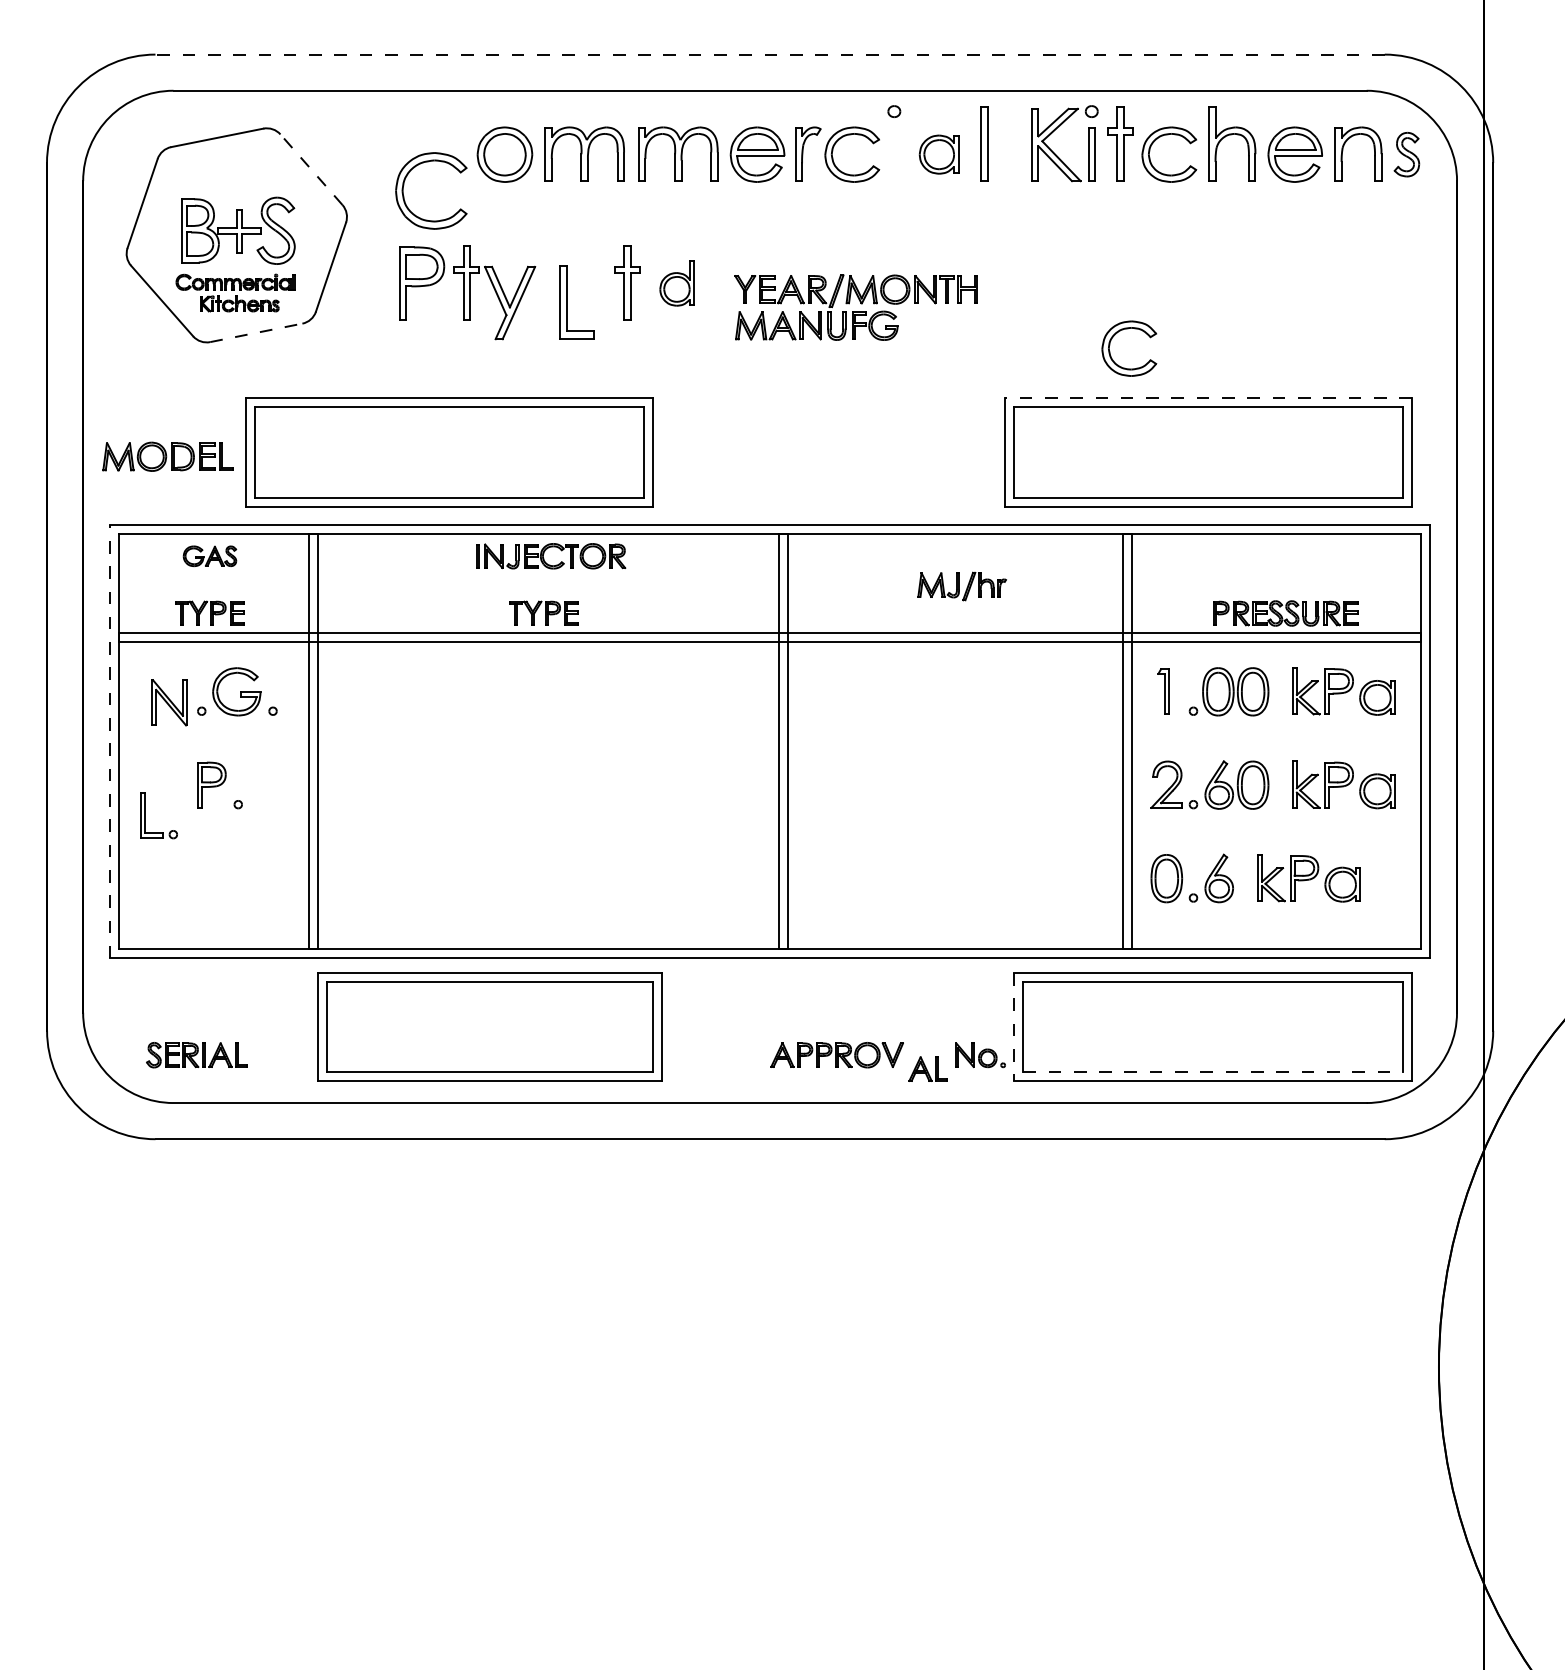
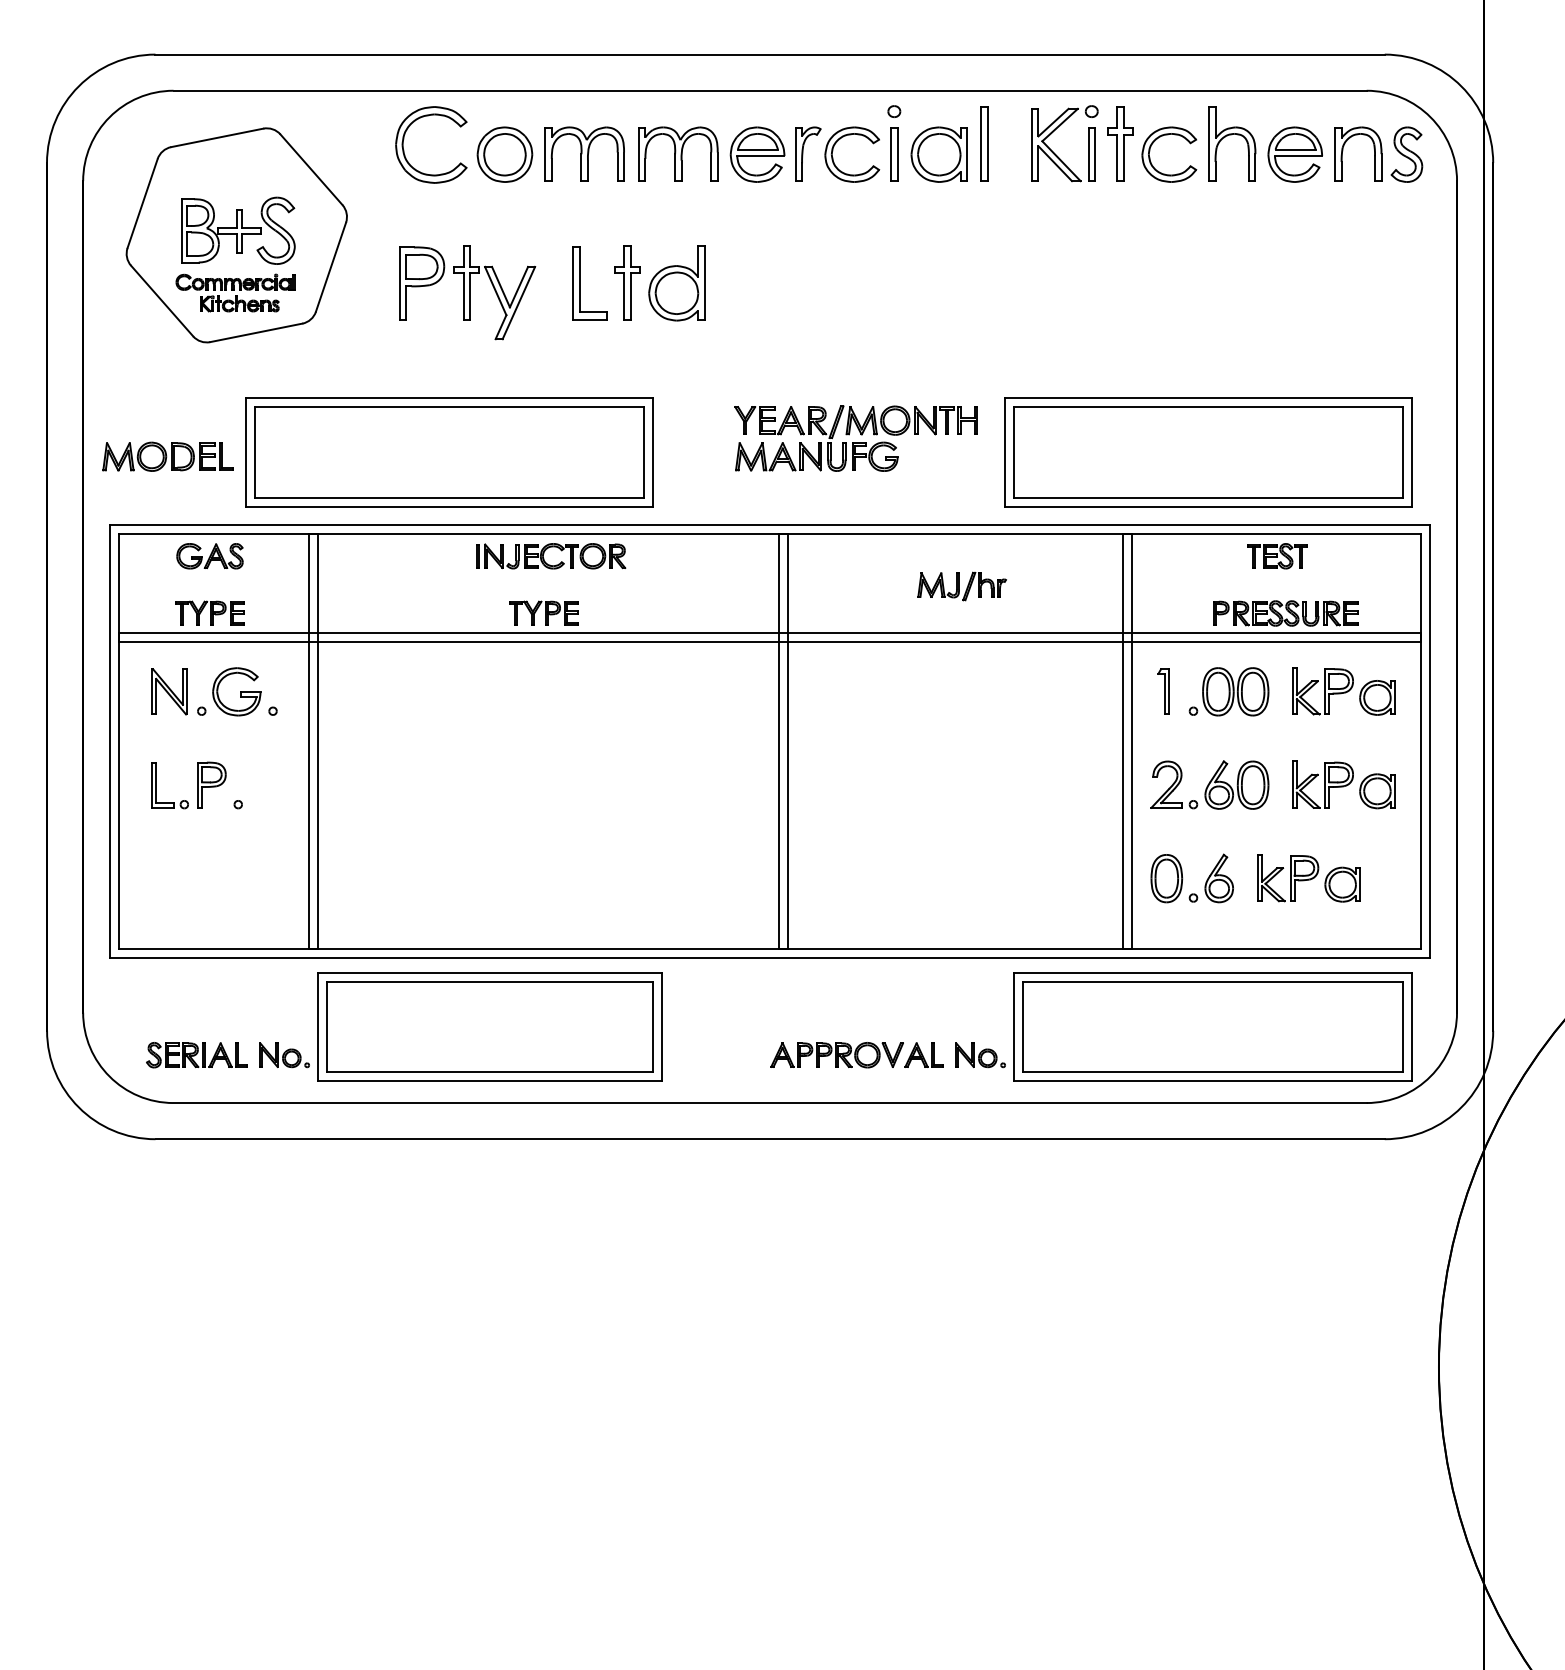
line at (770, 54): dashed -> solid
part at (894, 154): none -> present
part at (938, 154) size: 42x41 px -> 58x57 px
part at (1406, 154) size: 28x46 px -> 34x57 px
line at (311, 169): dashed -> solid
part at (404, 185) position: (404, 185) -> (404, 139)
part at (676, 283) size: 36x47 px -> 58x77 px
part at (567, 302) position: (567, 302) -> (580, 283)
part at (855, 307) position: (855, 307) -> (855, 438)
part at (1128, 329): present -> none
line at (256, 332): dashed -> solid
line at (1207, 398): dashed -> solid
part at (209, 555) size: 56x22 px -> 68x27 px
part at (1277, 556): none -> present
part at (169, 702) position: (169, 702) -> (169, 691)
line at (110, 741): dashed -> solid
part at (145, 815) position: (145, 815) -> (156, 785)
line at (1014, 1027): dashed -> solid
part at (284, 1055): none -> present
part at (927, 1068) position: (927, 1068) -> (923, 1054)
line at (1213, 1072): dashed -> solid
